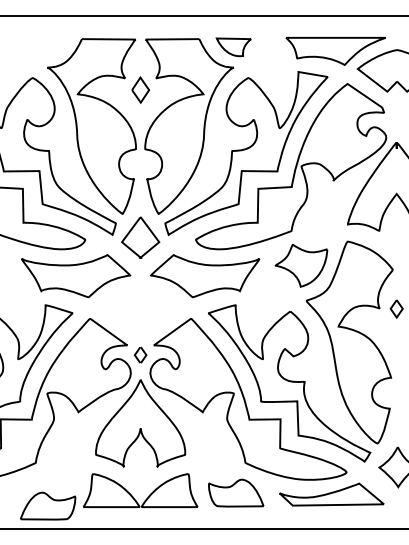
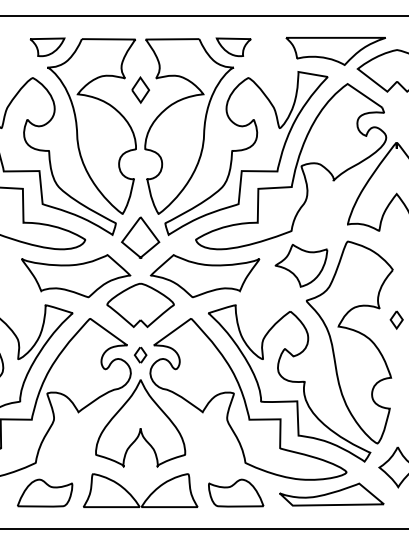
part at (47, 47): none -> present
part at (140, 305): none -> present
part at (396, 308) position: (396, 308) -> (396, 319)
part at (48, 505) position: (48, 505) -> (45, 492)
